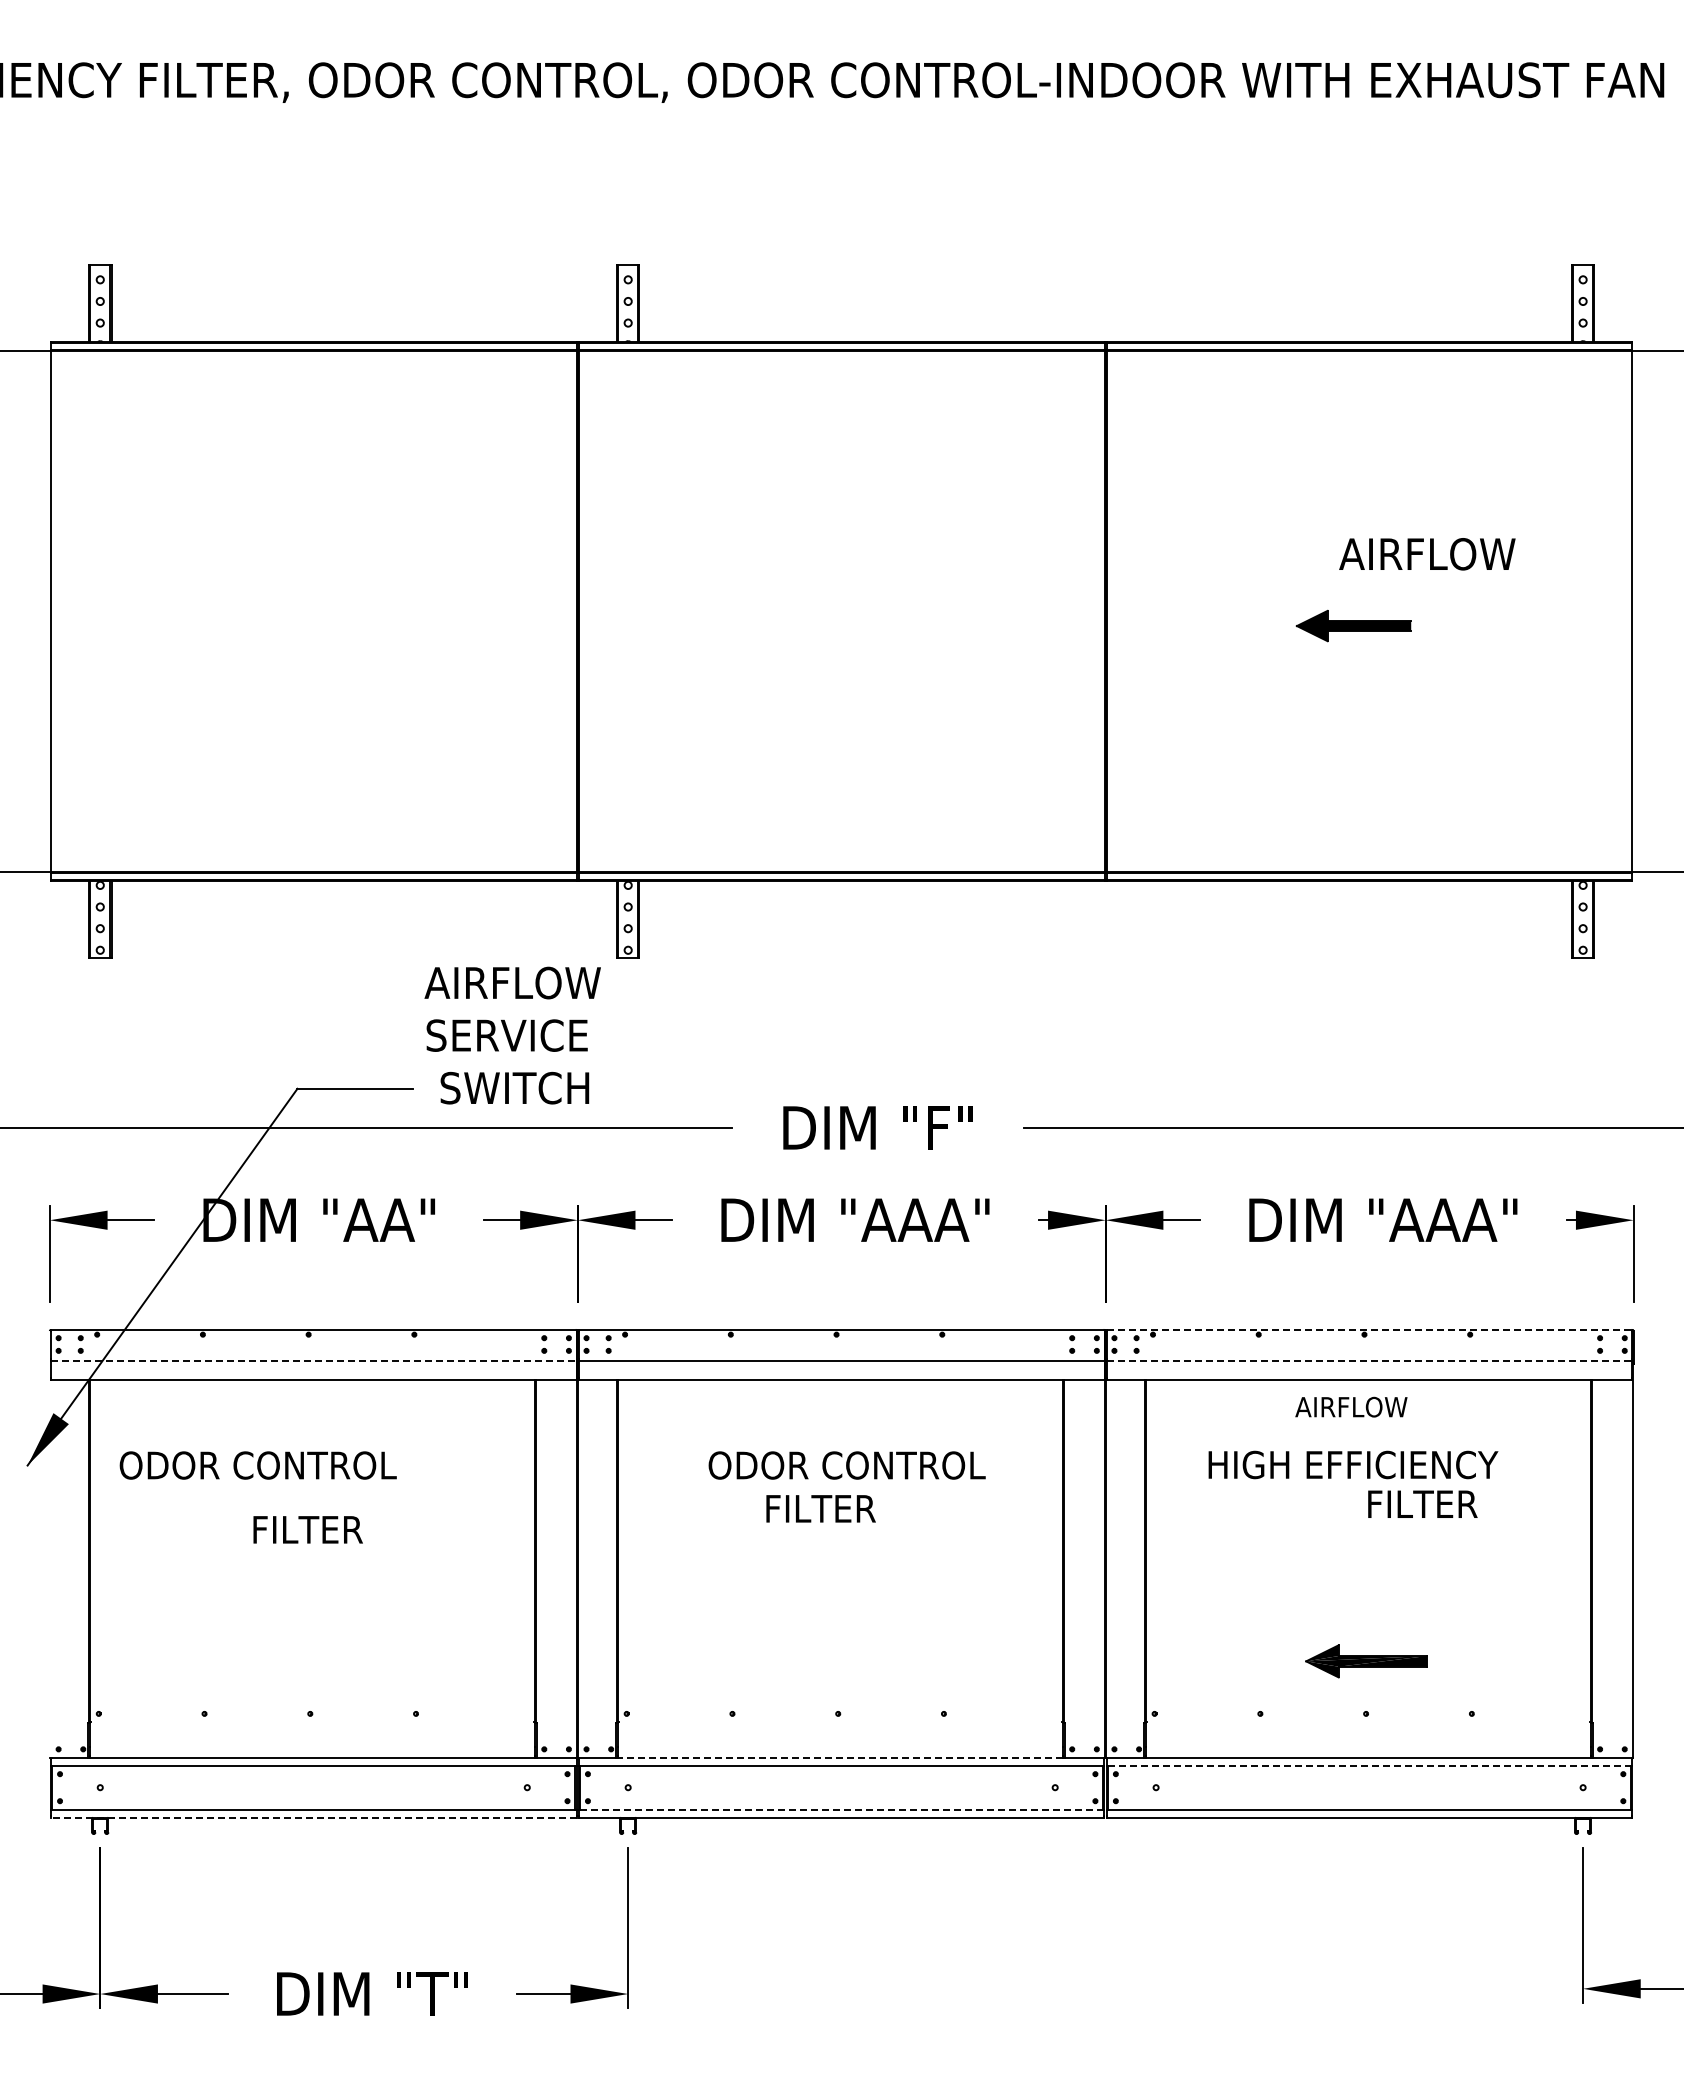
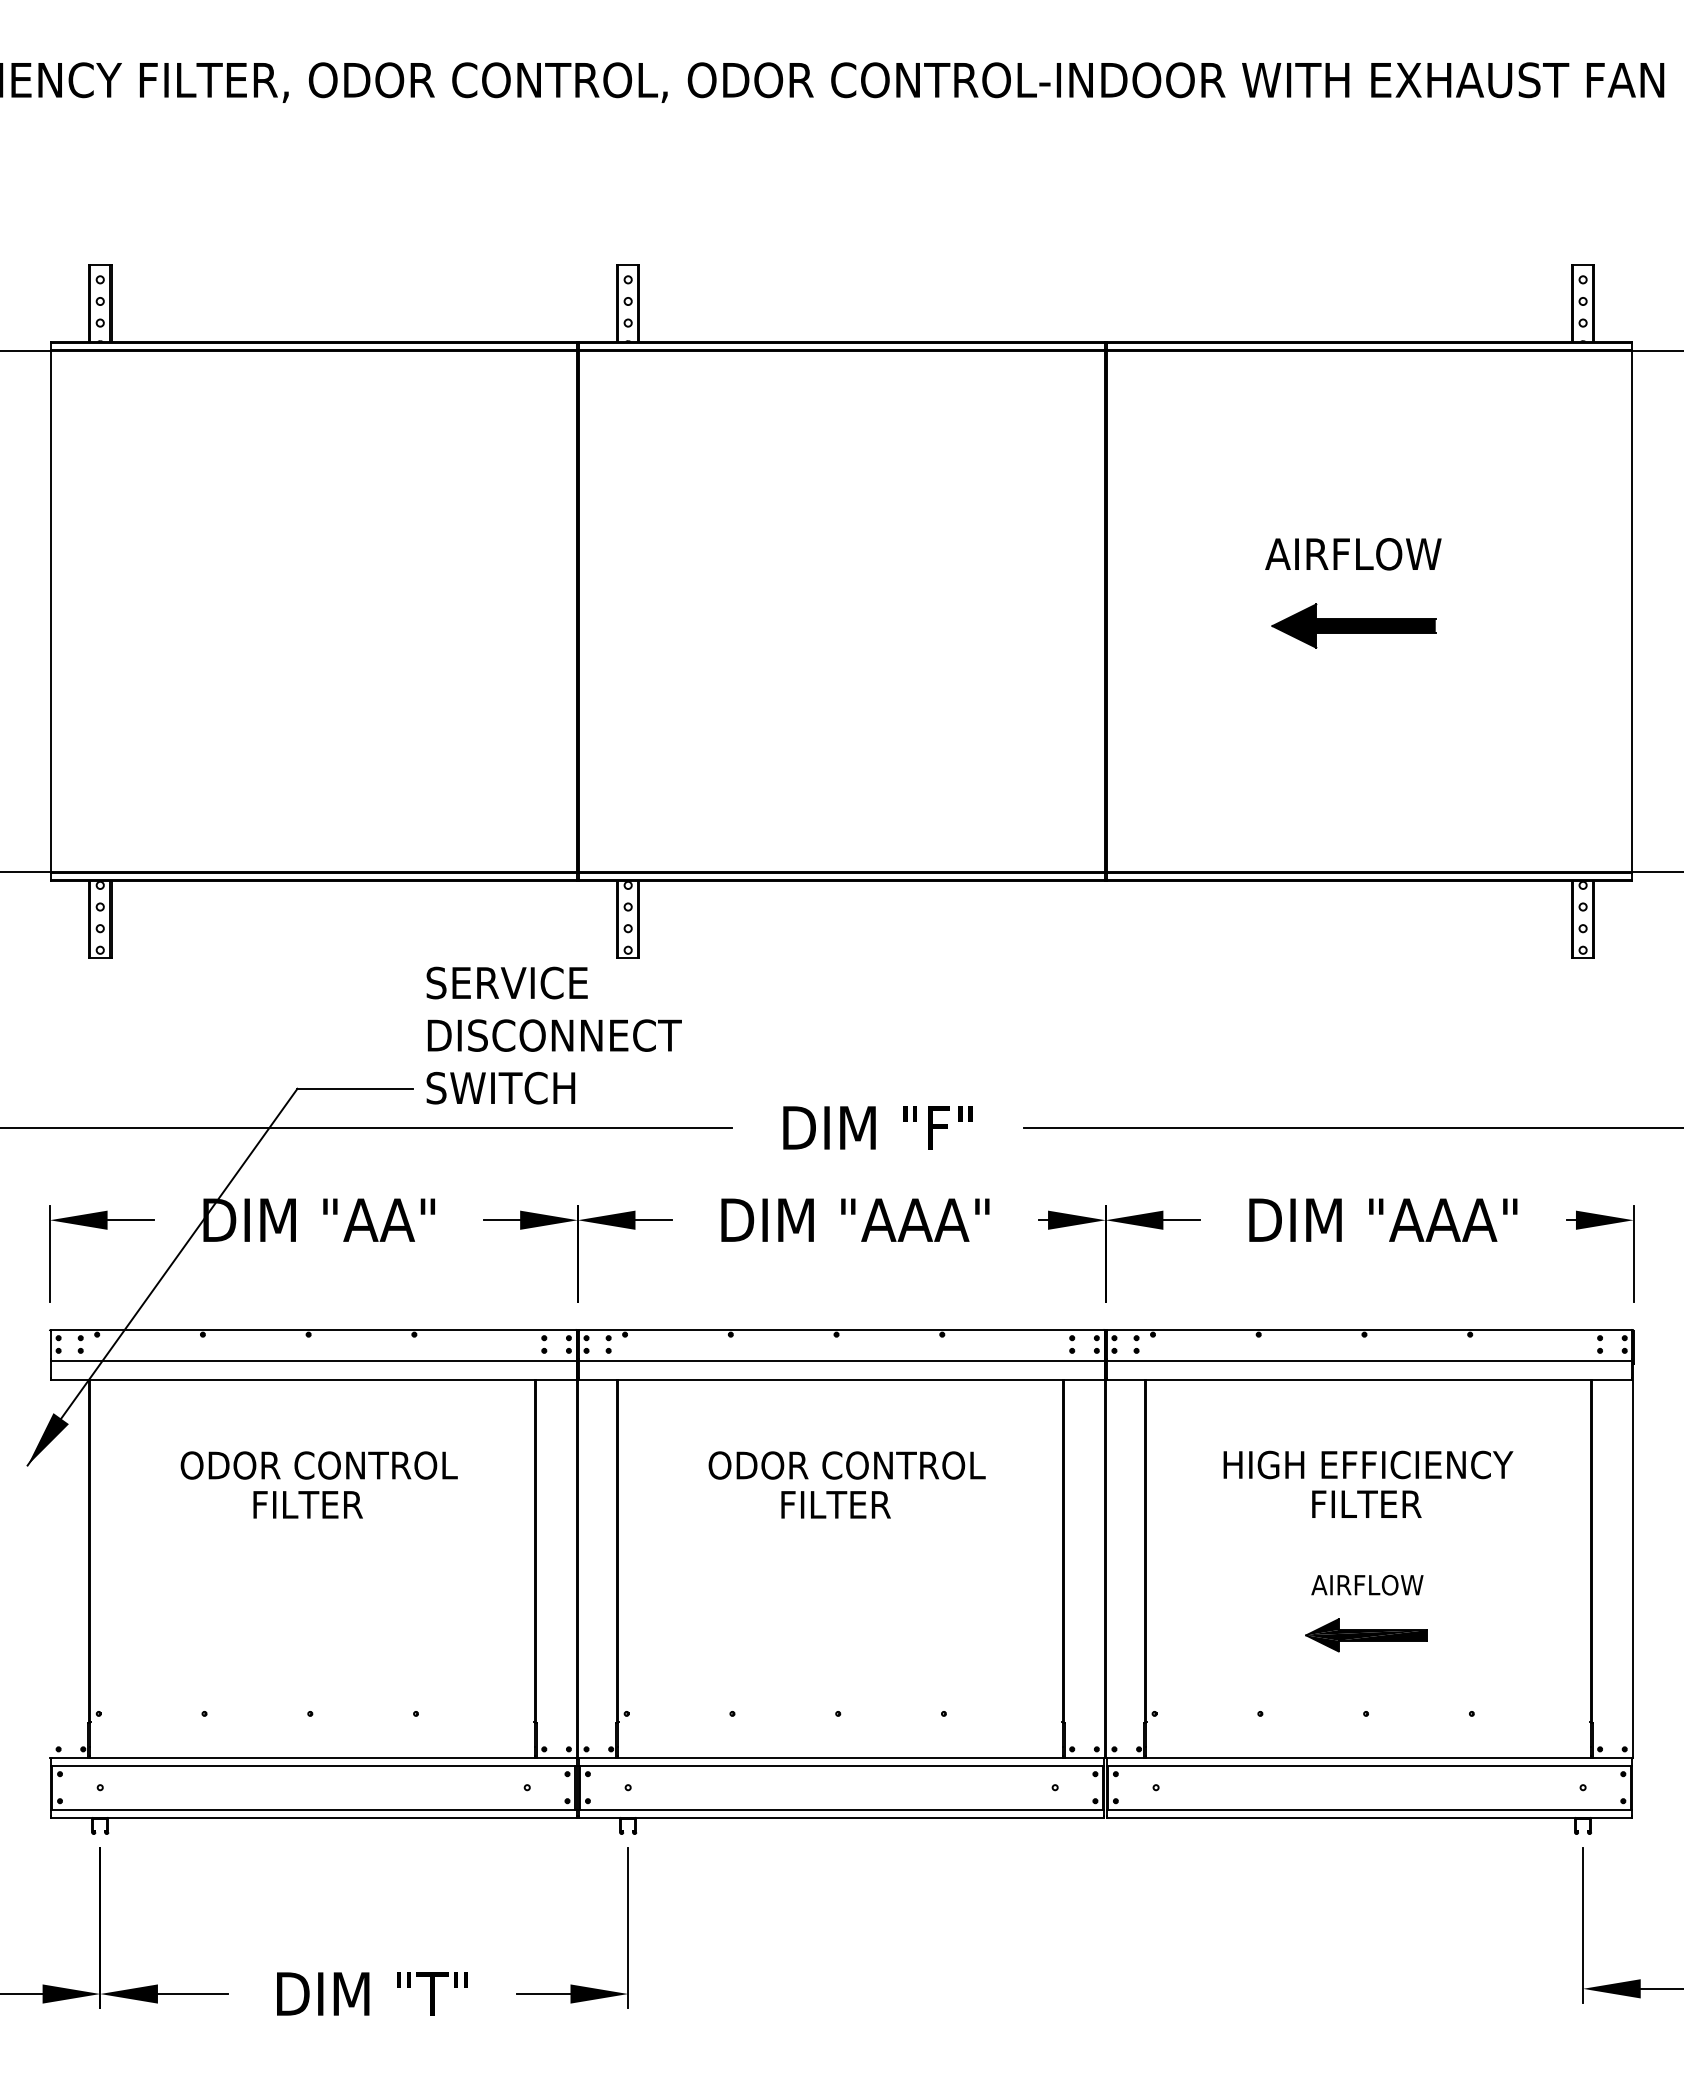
text at (1427, 554) position: (1427, 554) -> (1353, 554)
part at (1353, 625) size: 117x34 px -> 166x46 px
text at (512, 982): AIRFLOW -> SERVICE
text at (553, 1035): SERVICE -> DISCONNECT
text at (514, 1087) position: (514, 1087) -> (500, 1087)
line at (1369, 1329): dashed -> solid
line at (313, 1360): dashed -> solid
line at (1369, 1360): dashed -> solid
text at (1351, 1406) position: (1351, 1406) -> (1367, 1584)
text at (1353, 1464) position: (1353, 1464) -> (1368, 1464)
text at (257, 1465) position: (257, 1465) -> (318, 1465)
text at (1422, 1503) position: (1422, 1503) -> (1366, 1503)
text at (820, 1508) position: (820, 1508) -> (835, 1504)
text at (307, 1529) position: (307, 1529) -> (307, 1504)
part at (1366, 1661) position: (1366, 1661) -> (1366, 1635)
line at (840, 1757): dashed -> solid
line at (1369, 1765): dashed -> solid
line at (841, 1809): dashed -> solid
line at (313, 1817): dashed -> solid
